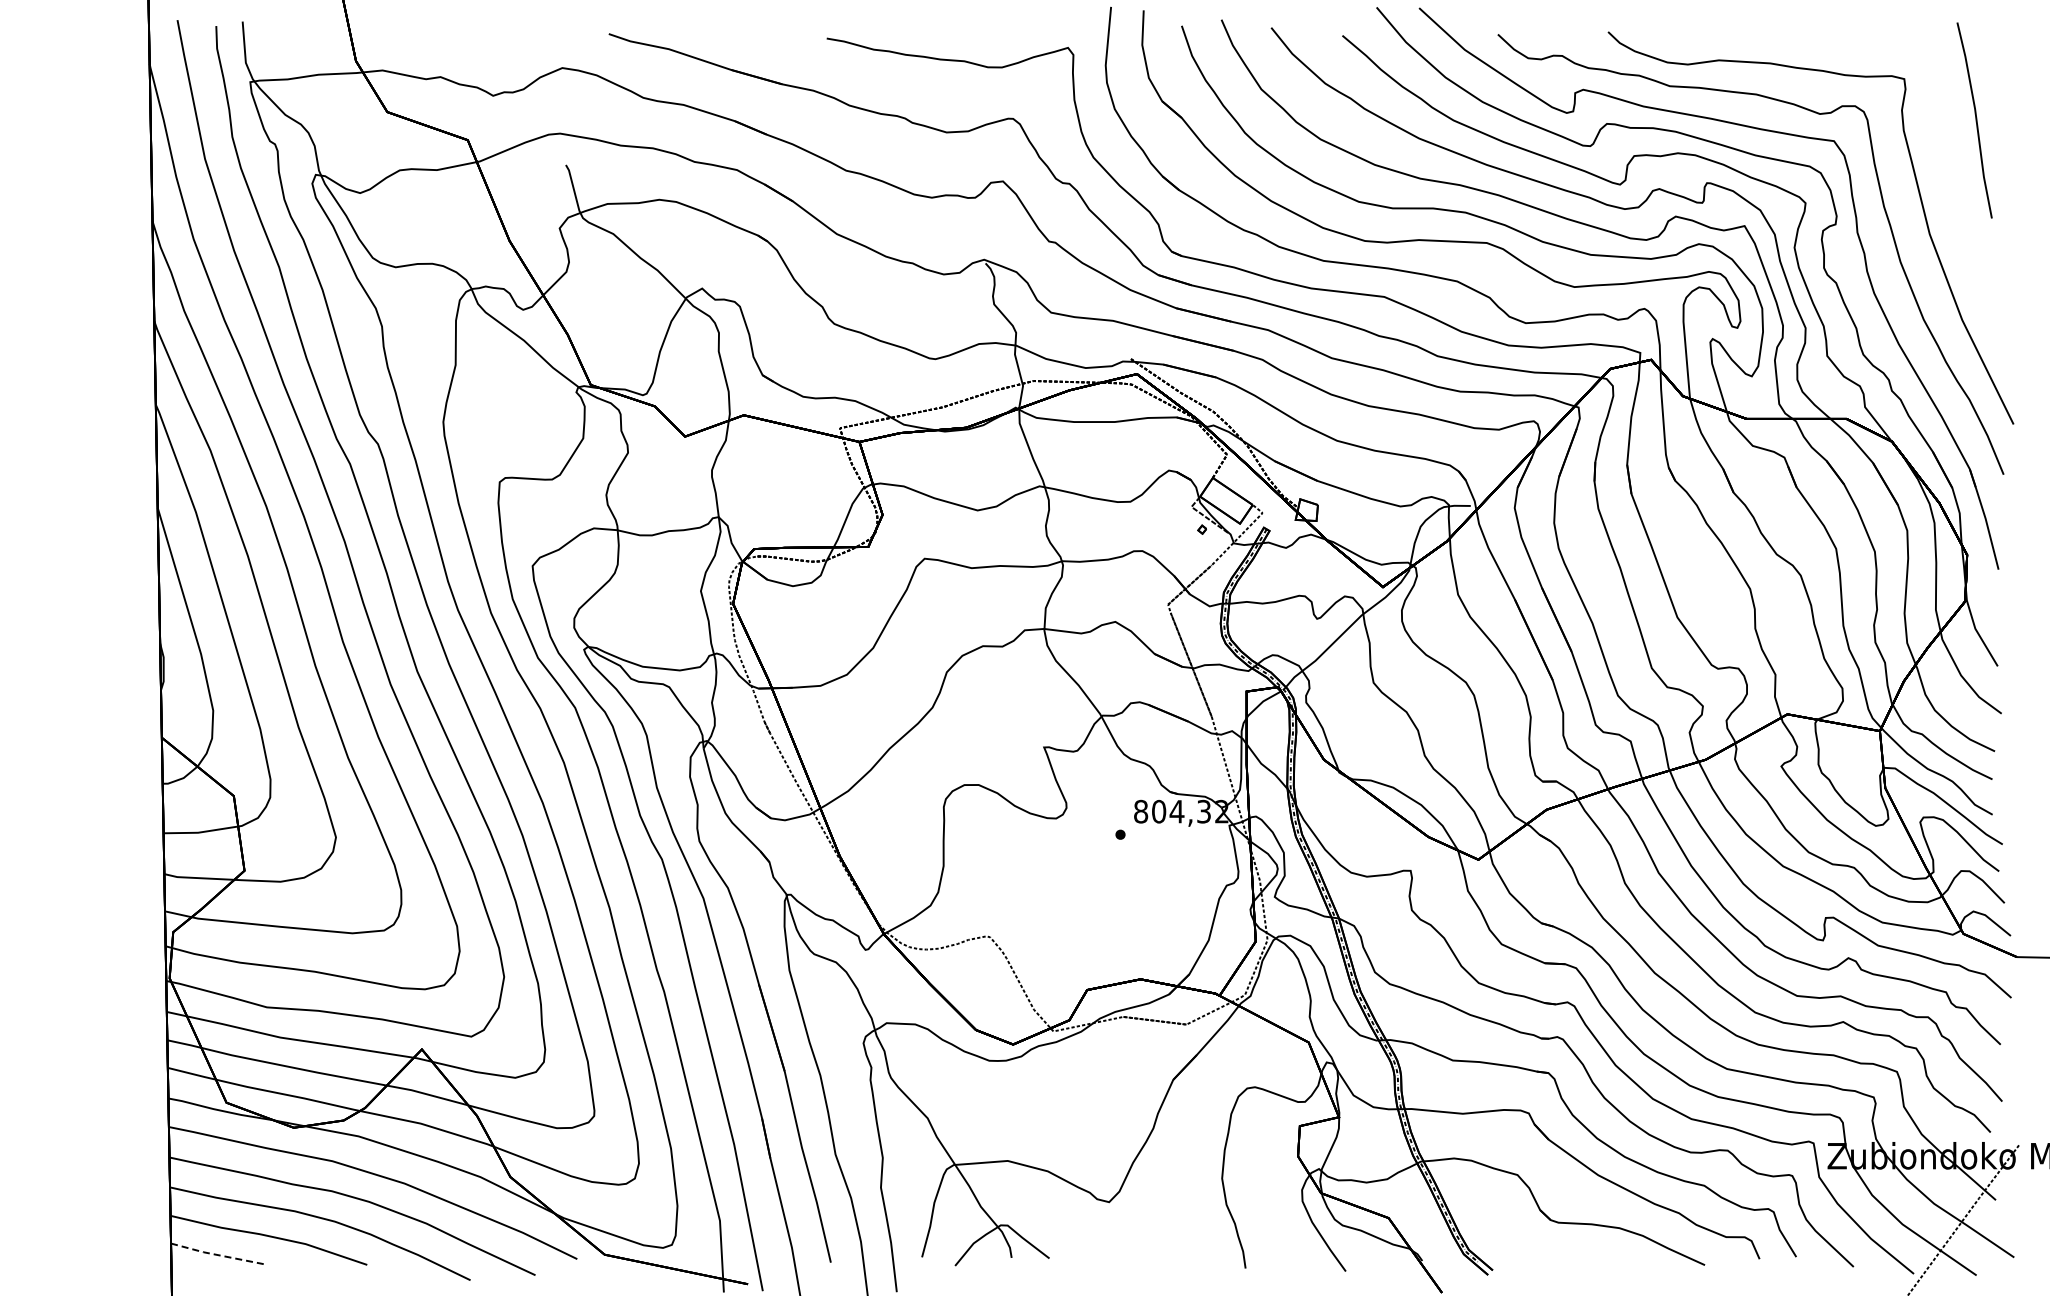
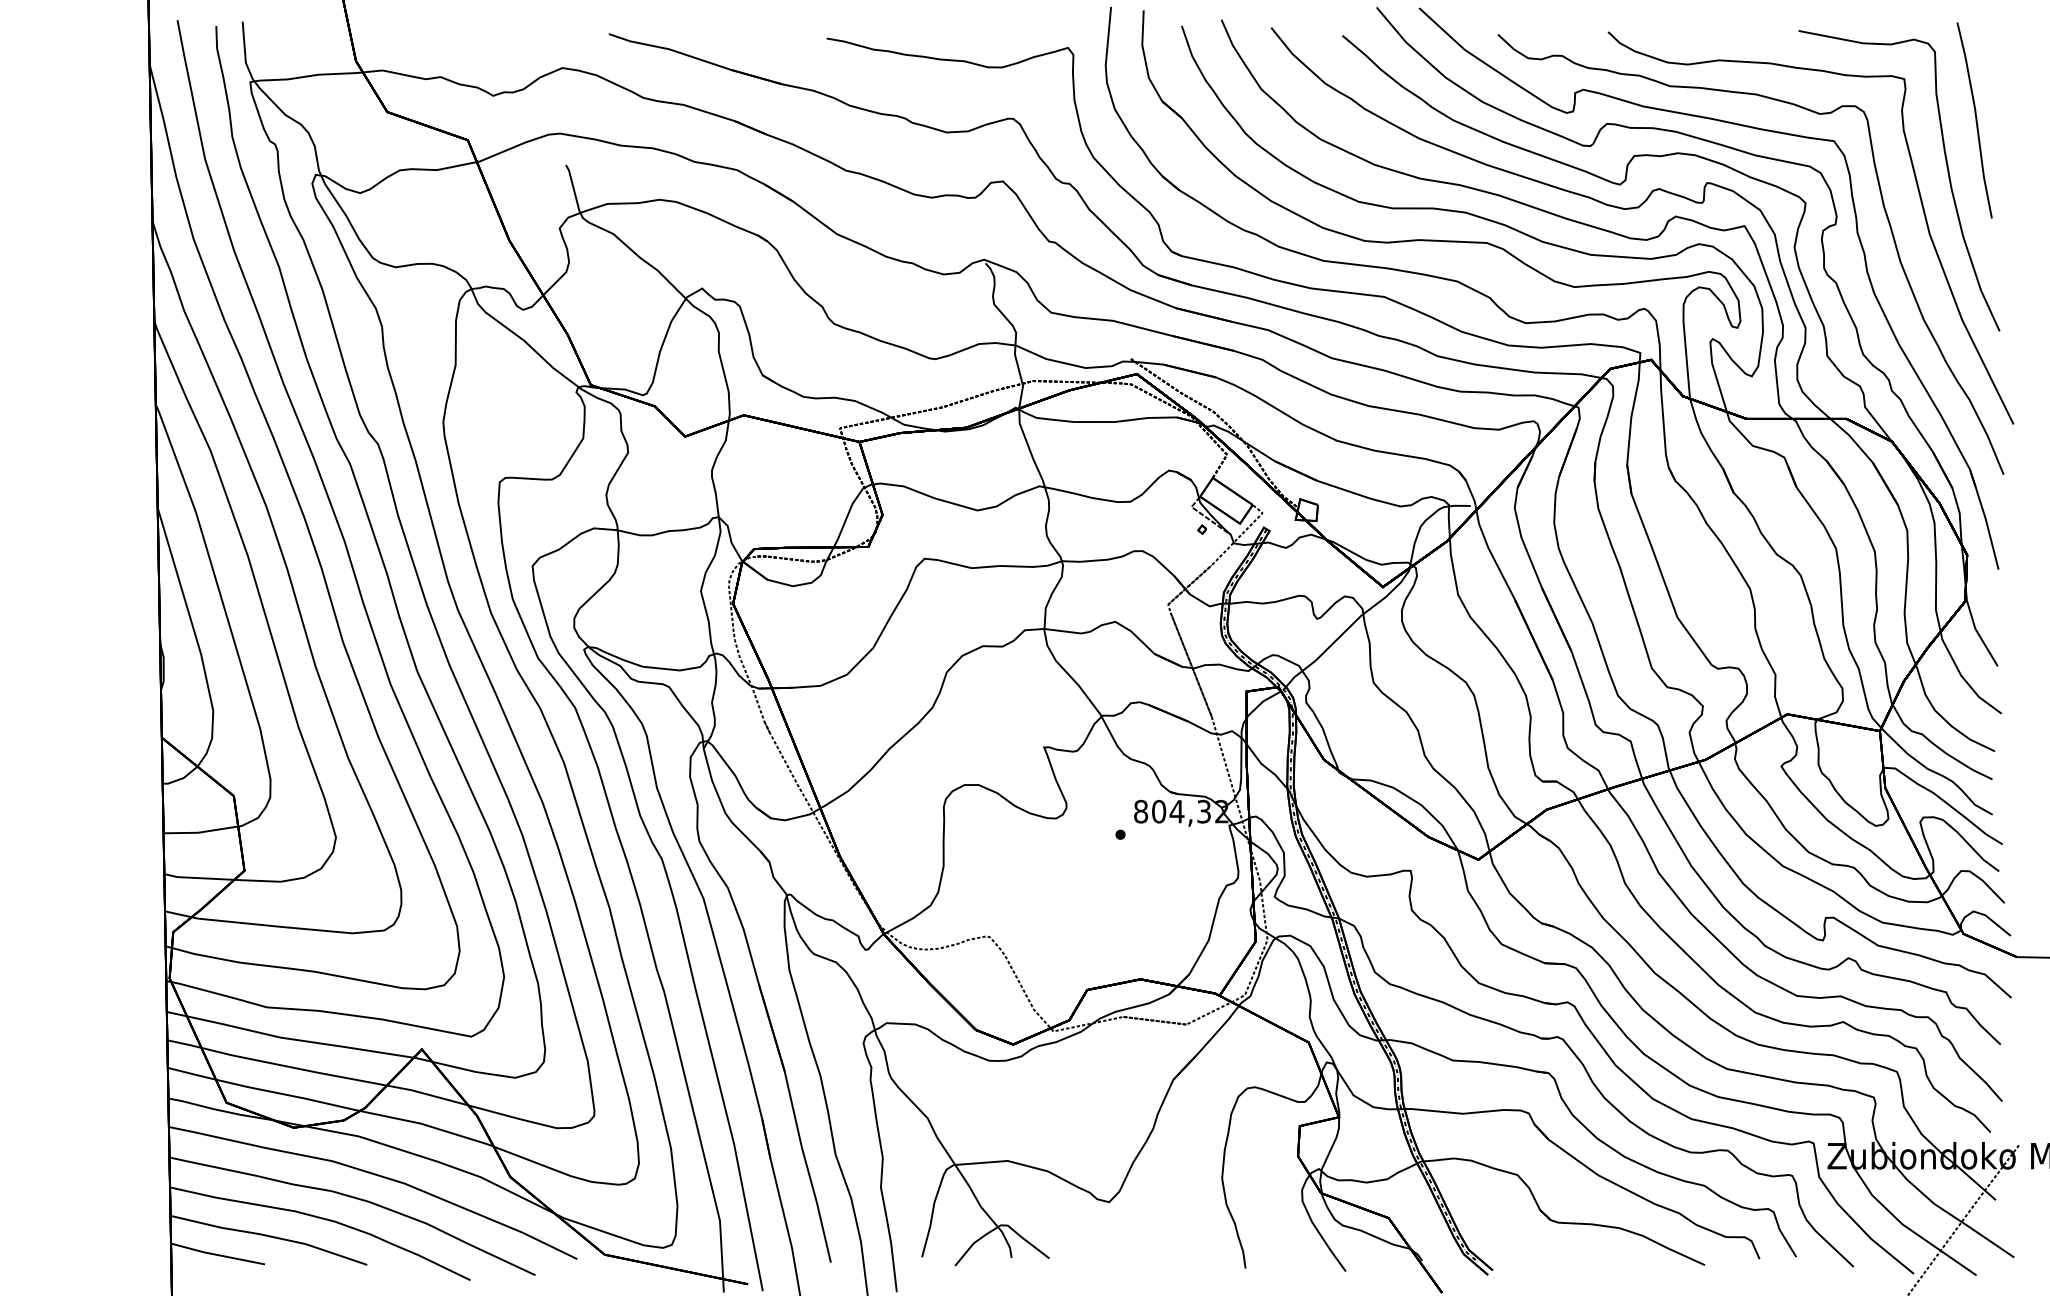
curve at (1947, 173): none -> present
line at (217, 1254): dashed -> solid
